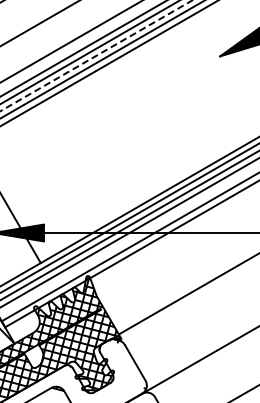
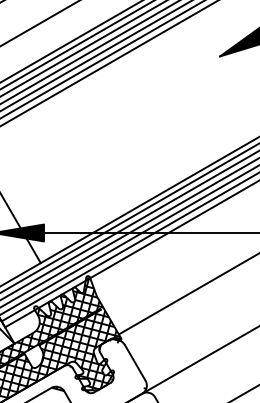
line at (76, 45): none -> present
line at (96, 55): dashed -> solid
line at (129, 239): none -> present
